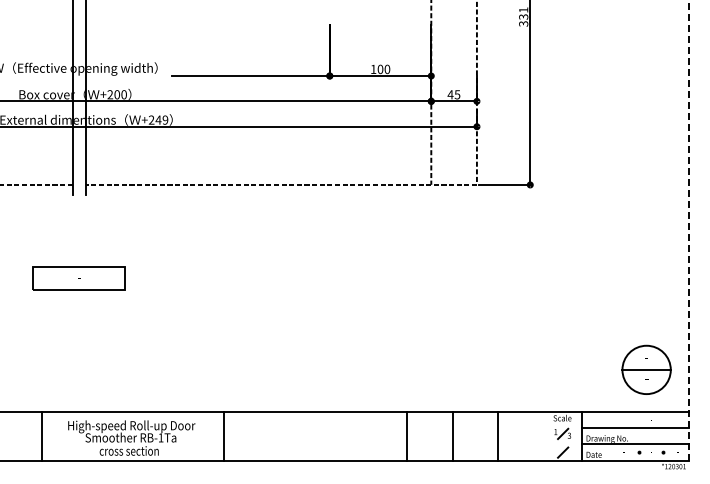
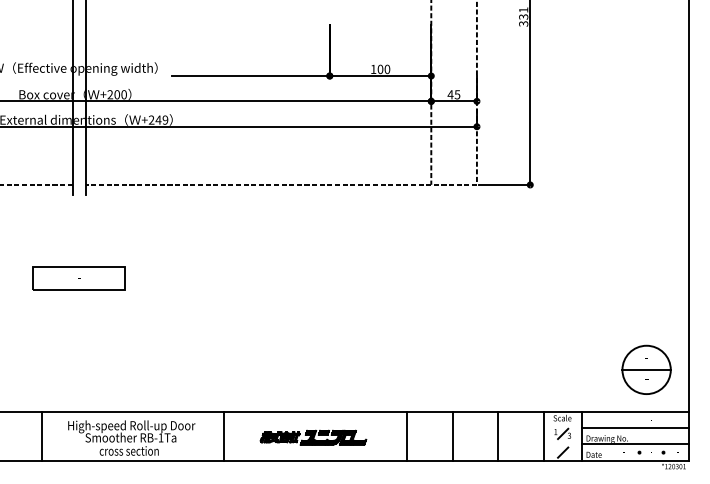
line at (688, 230): dashed -> solid
line at (544, 436): none -> present
part at (313, 437): none -> present
